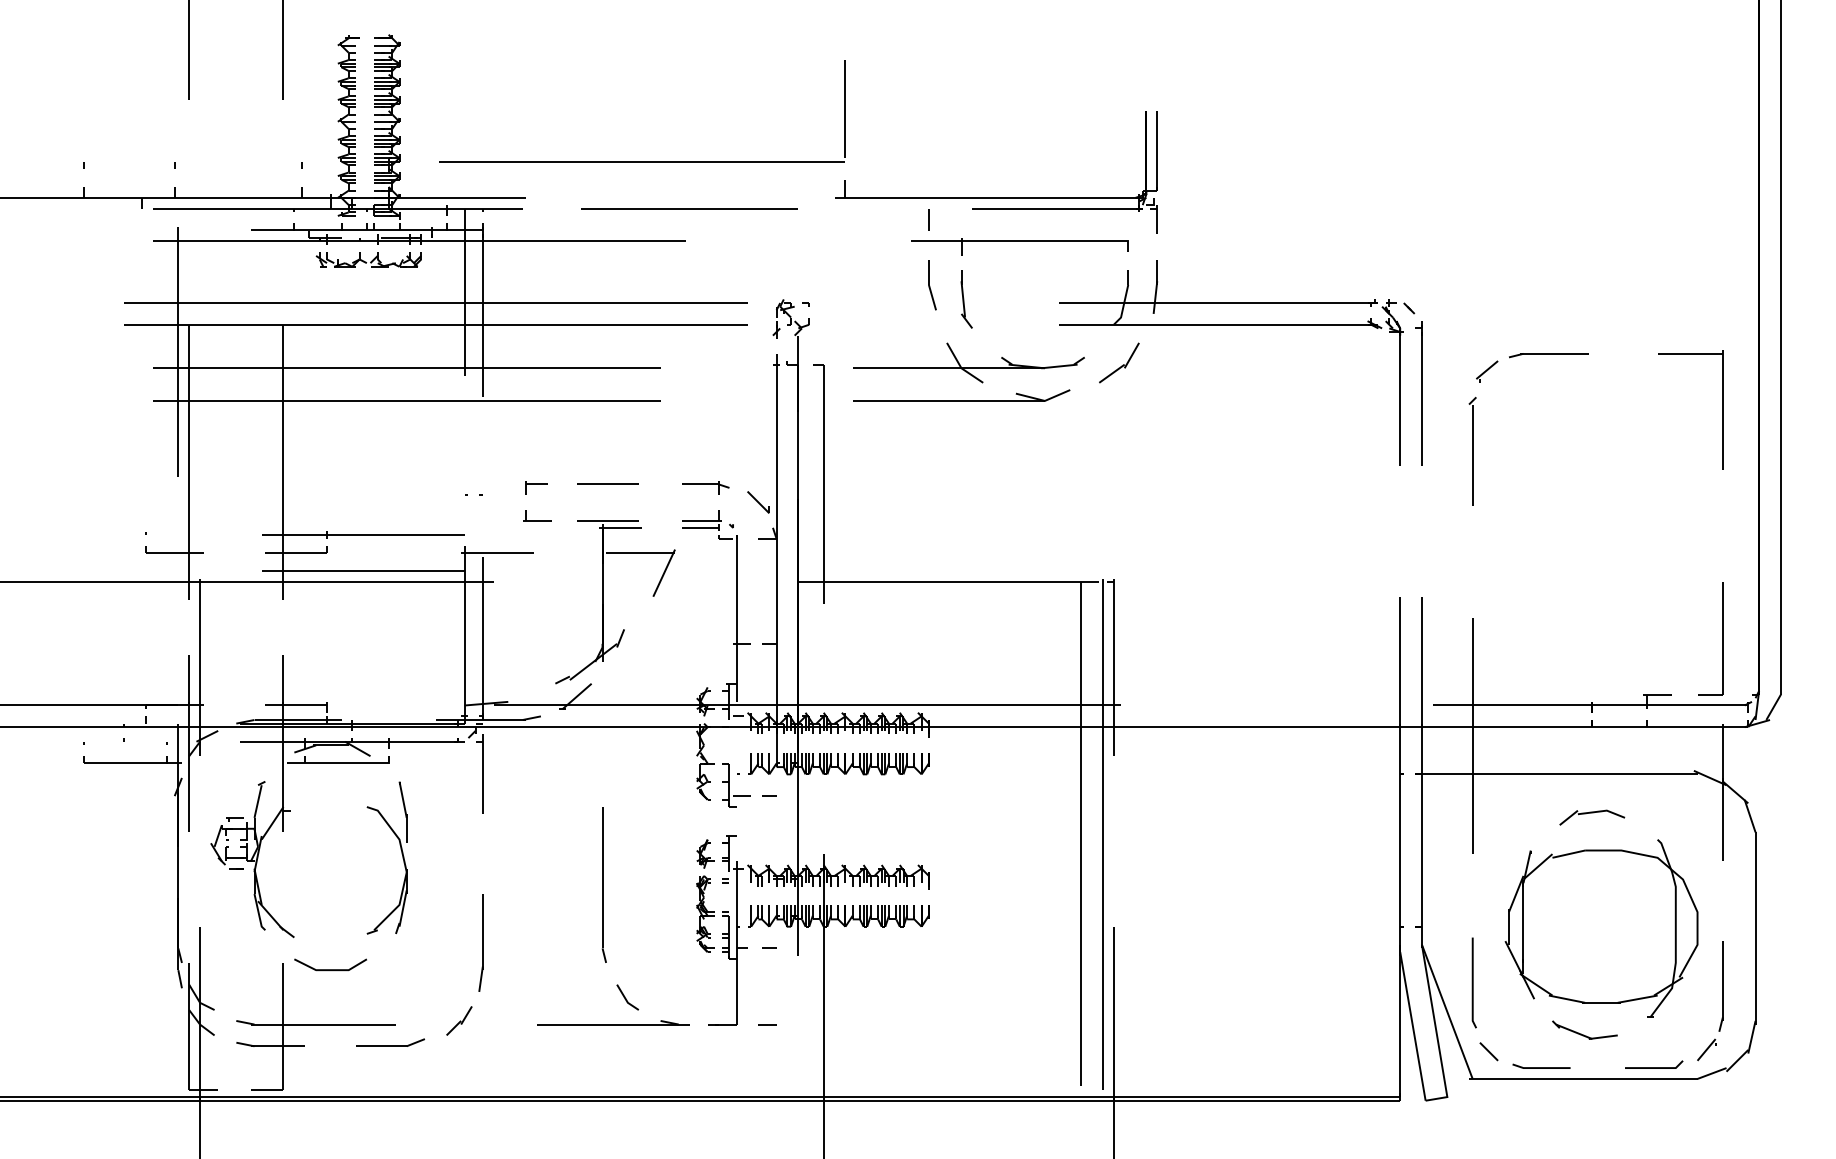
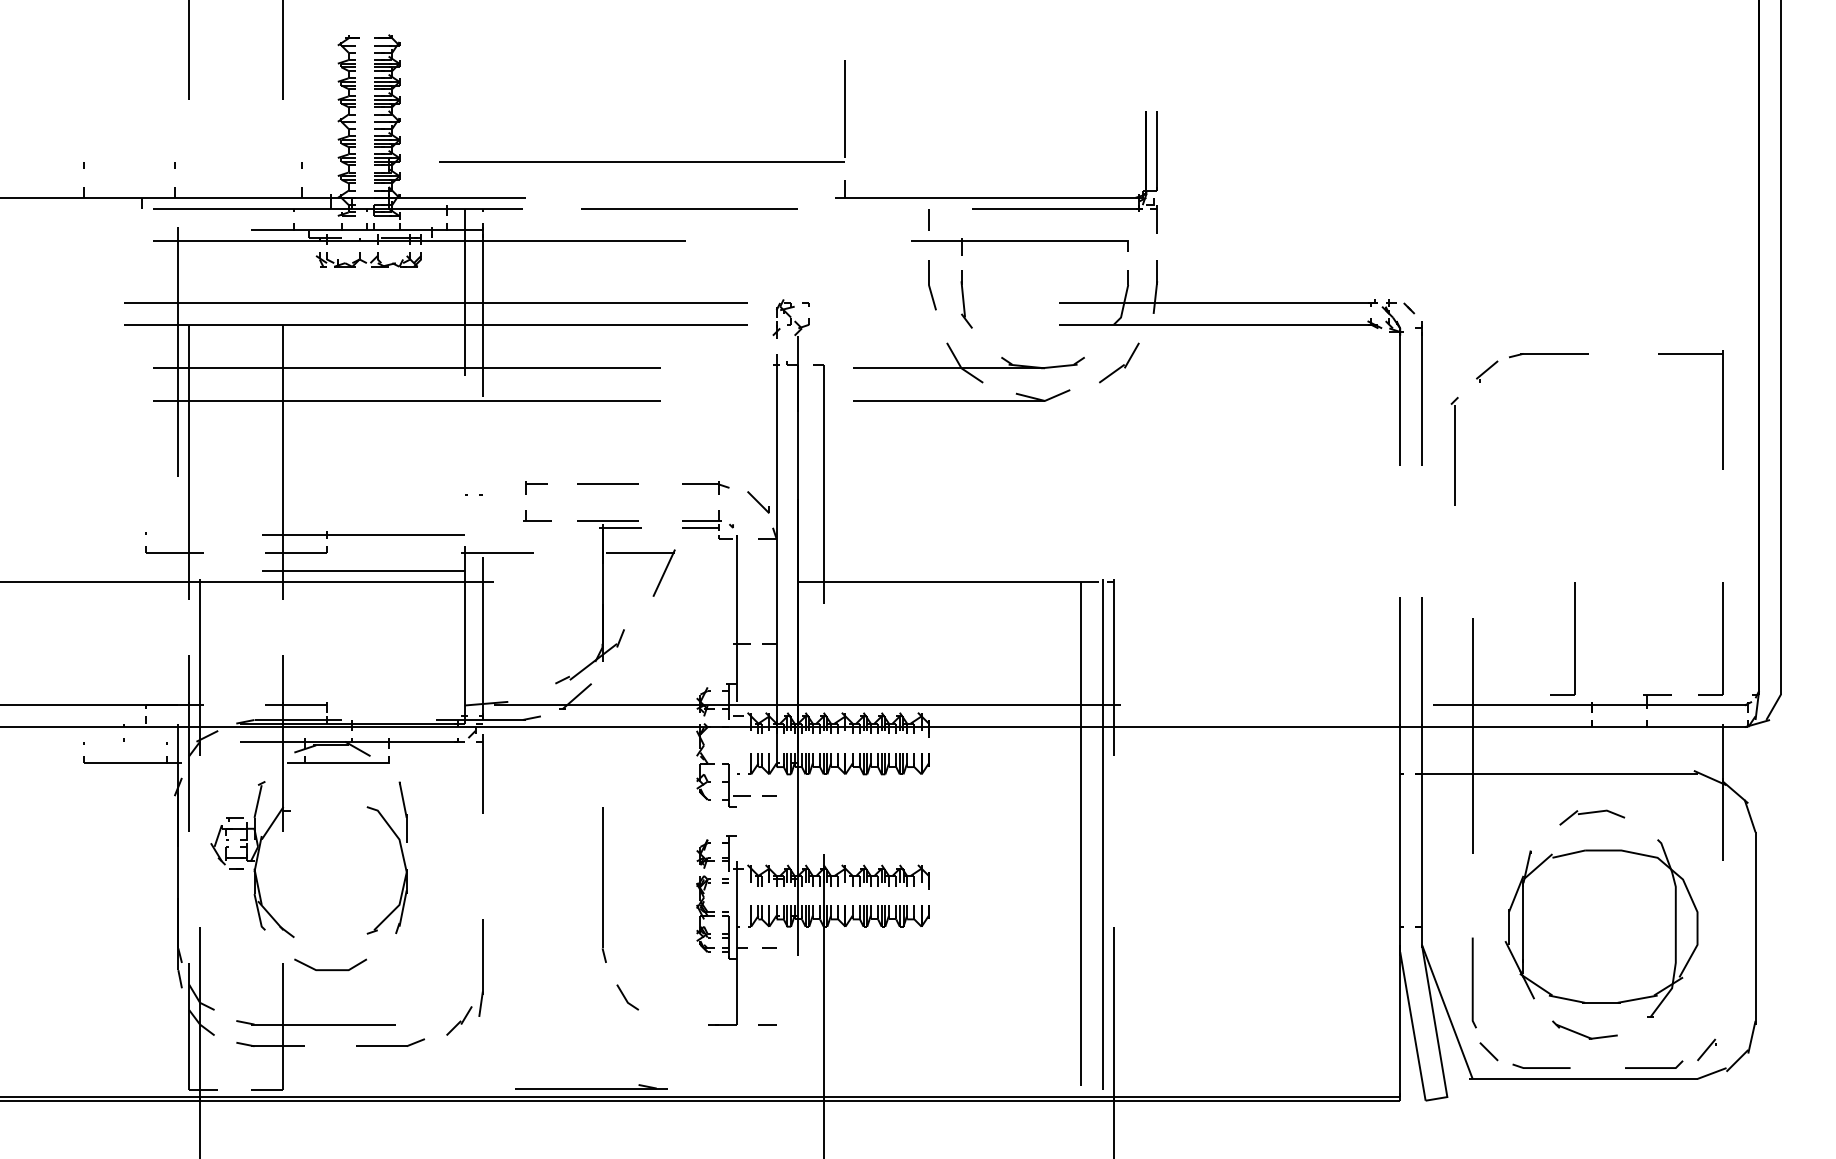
part at (1472, 450) position: (1472, 450) -> (1454, 450)
part at (1574, 638): none -> present
part at (480, 942) position: (480, 942) -> (480, 967)
part at (1720, 986): present -> none
part at (613, 1022) position: (613, 1022) -> (591, 1086)
